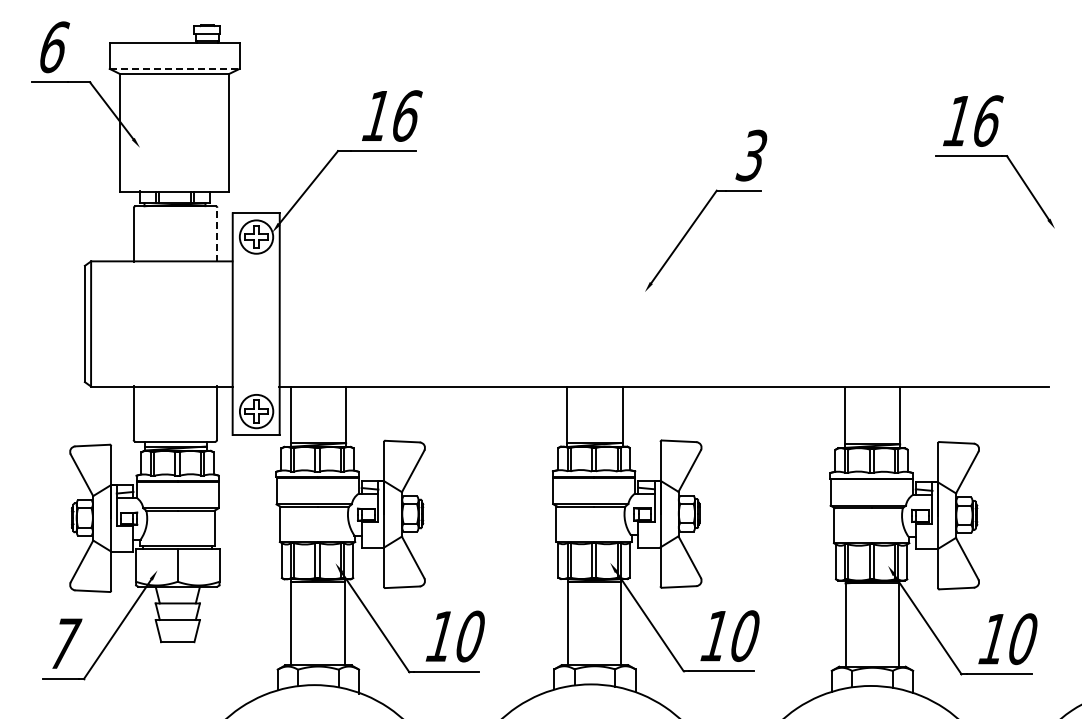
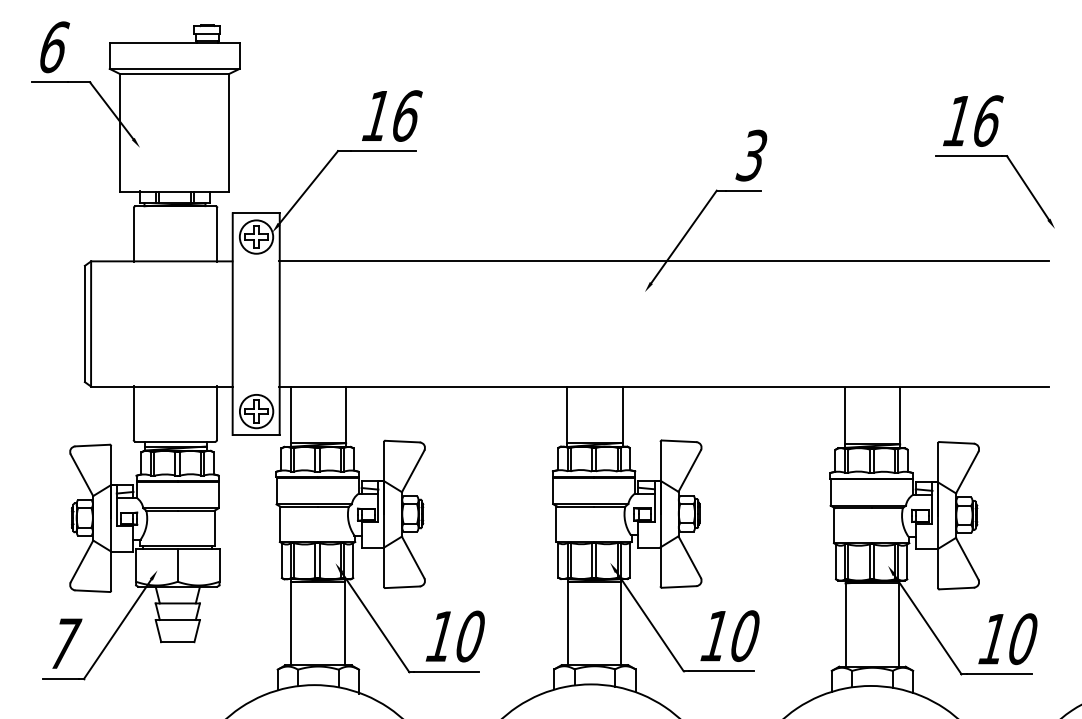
line at (174, 68): dashed -> solid
line at (217, 234): dashed -> solid
line at (663, 261): none -> present
